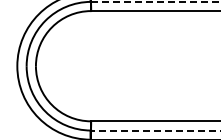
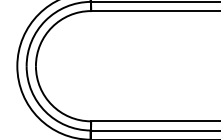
line at (155, 1): dashed -> solid
line at (155, 130): dashed -> solid
